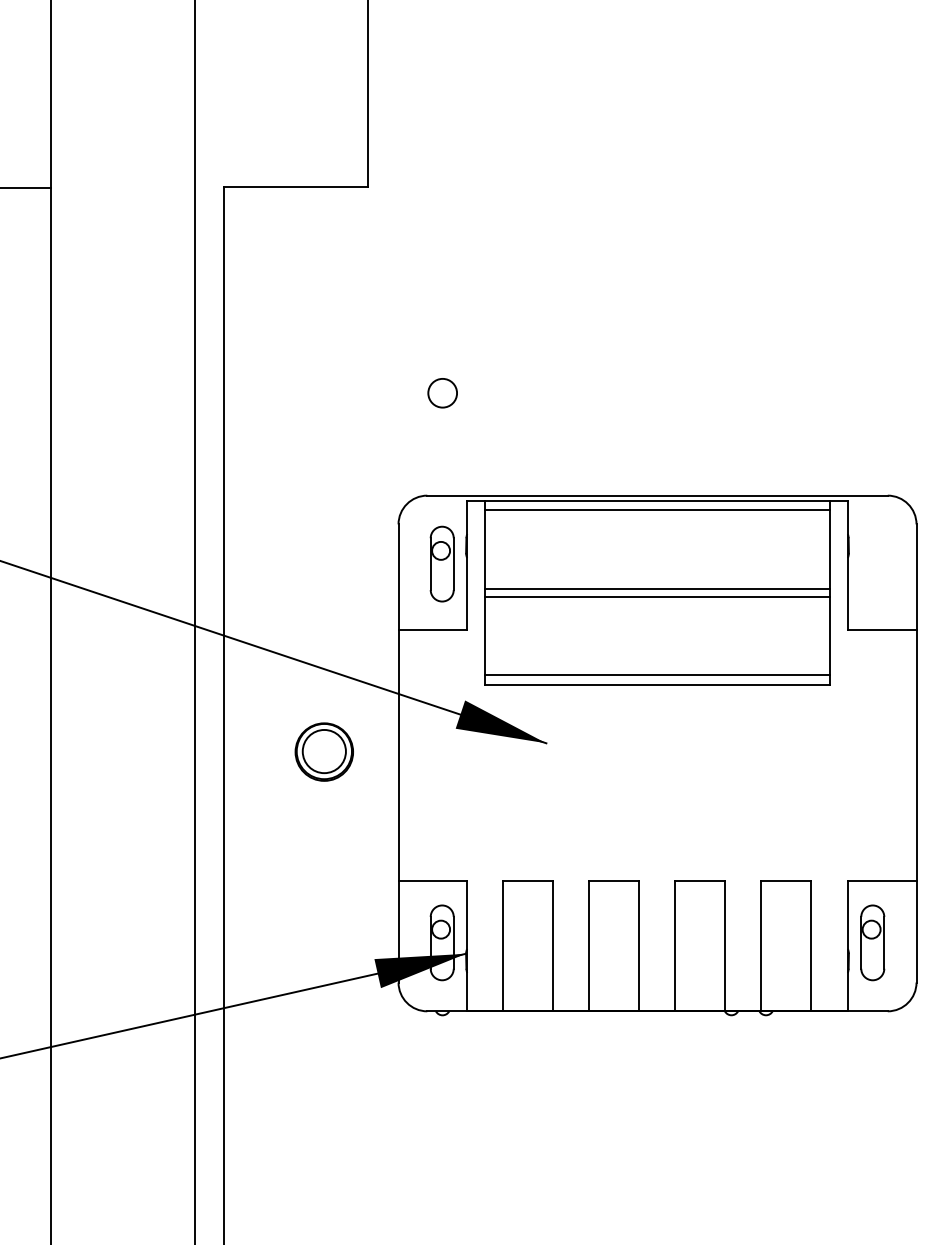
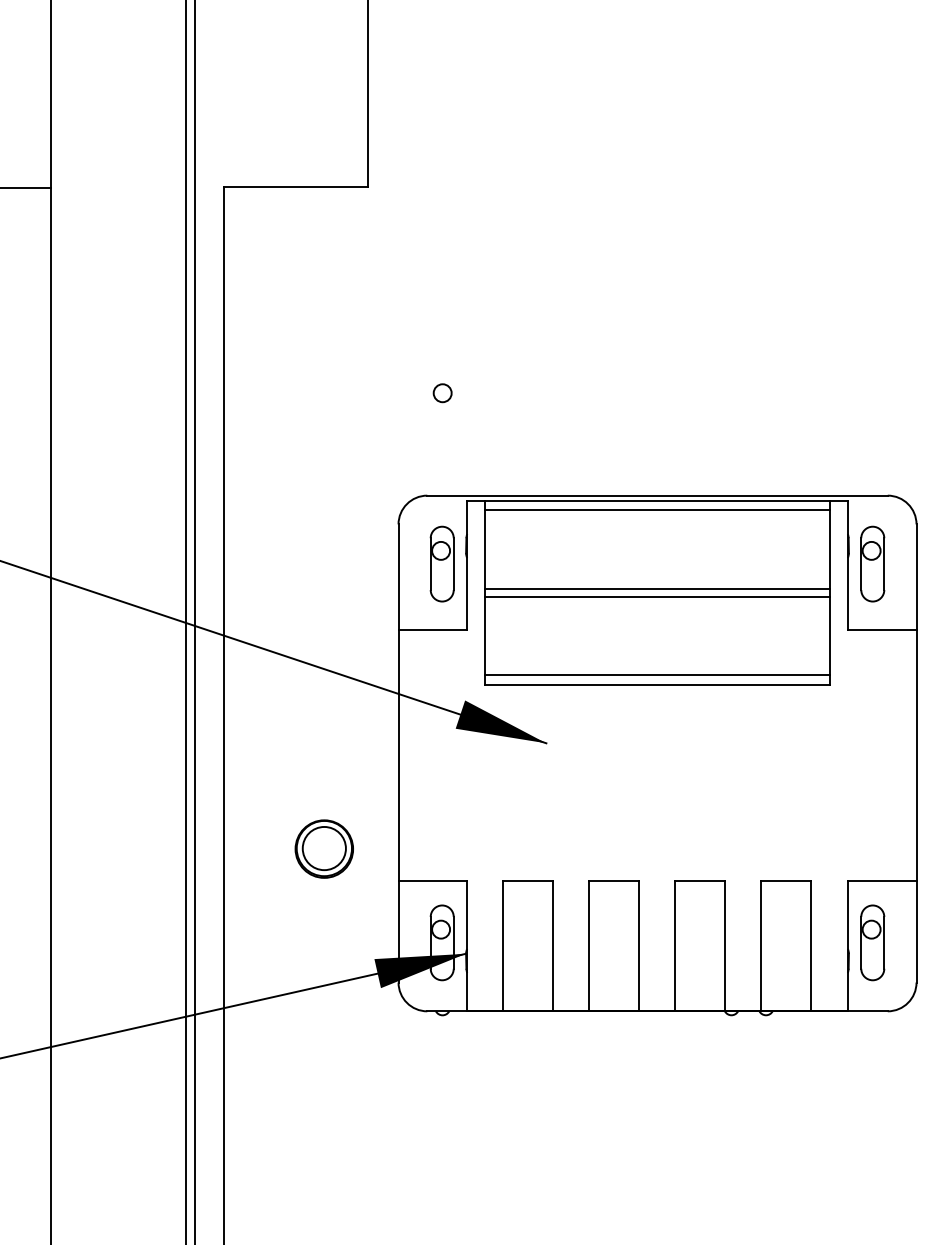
circle at (442, 392) diameter: 29 px -> 18 px
part at (872, 563): none -> present
line at (185, 621): none -> present
part at (323, 751) position: (323, 751) -> (323, 848)
